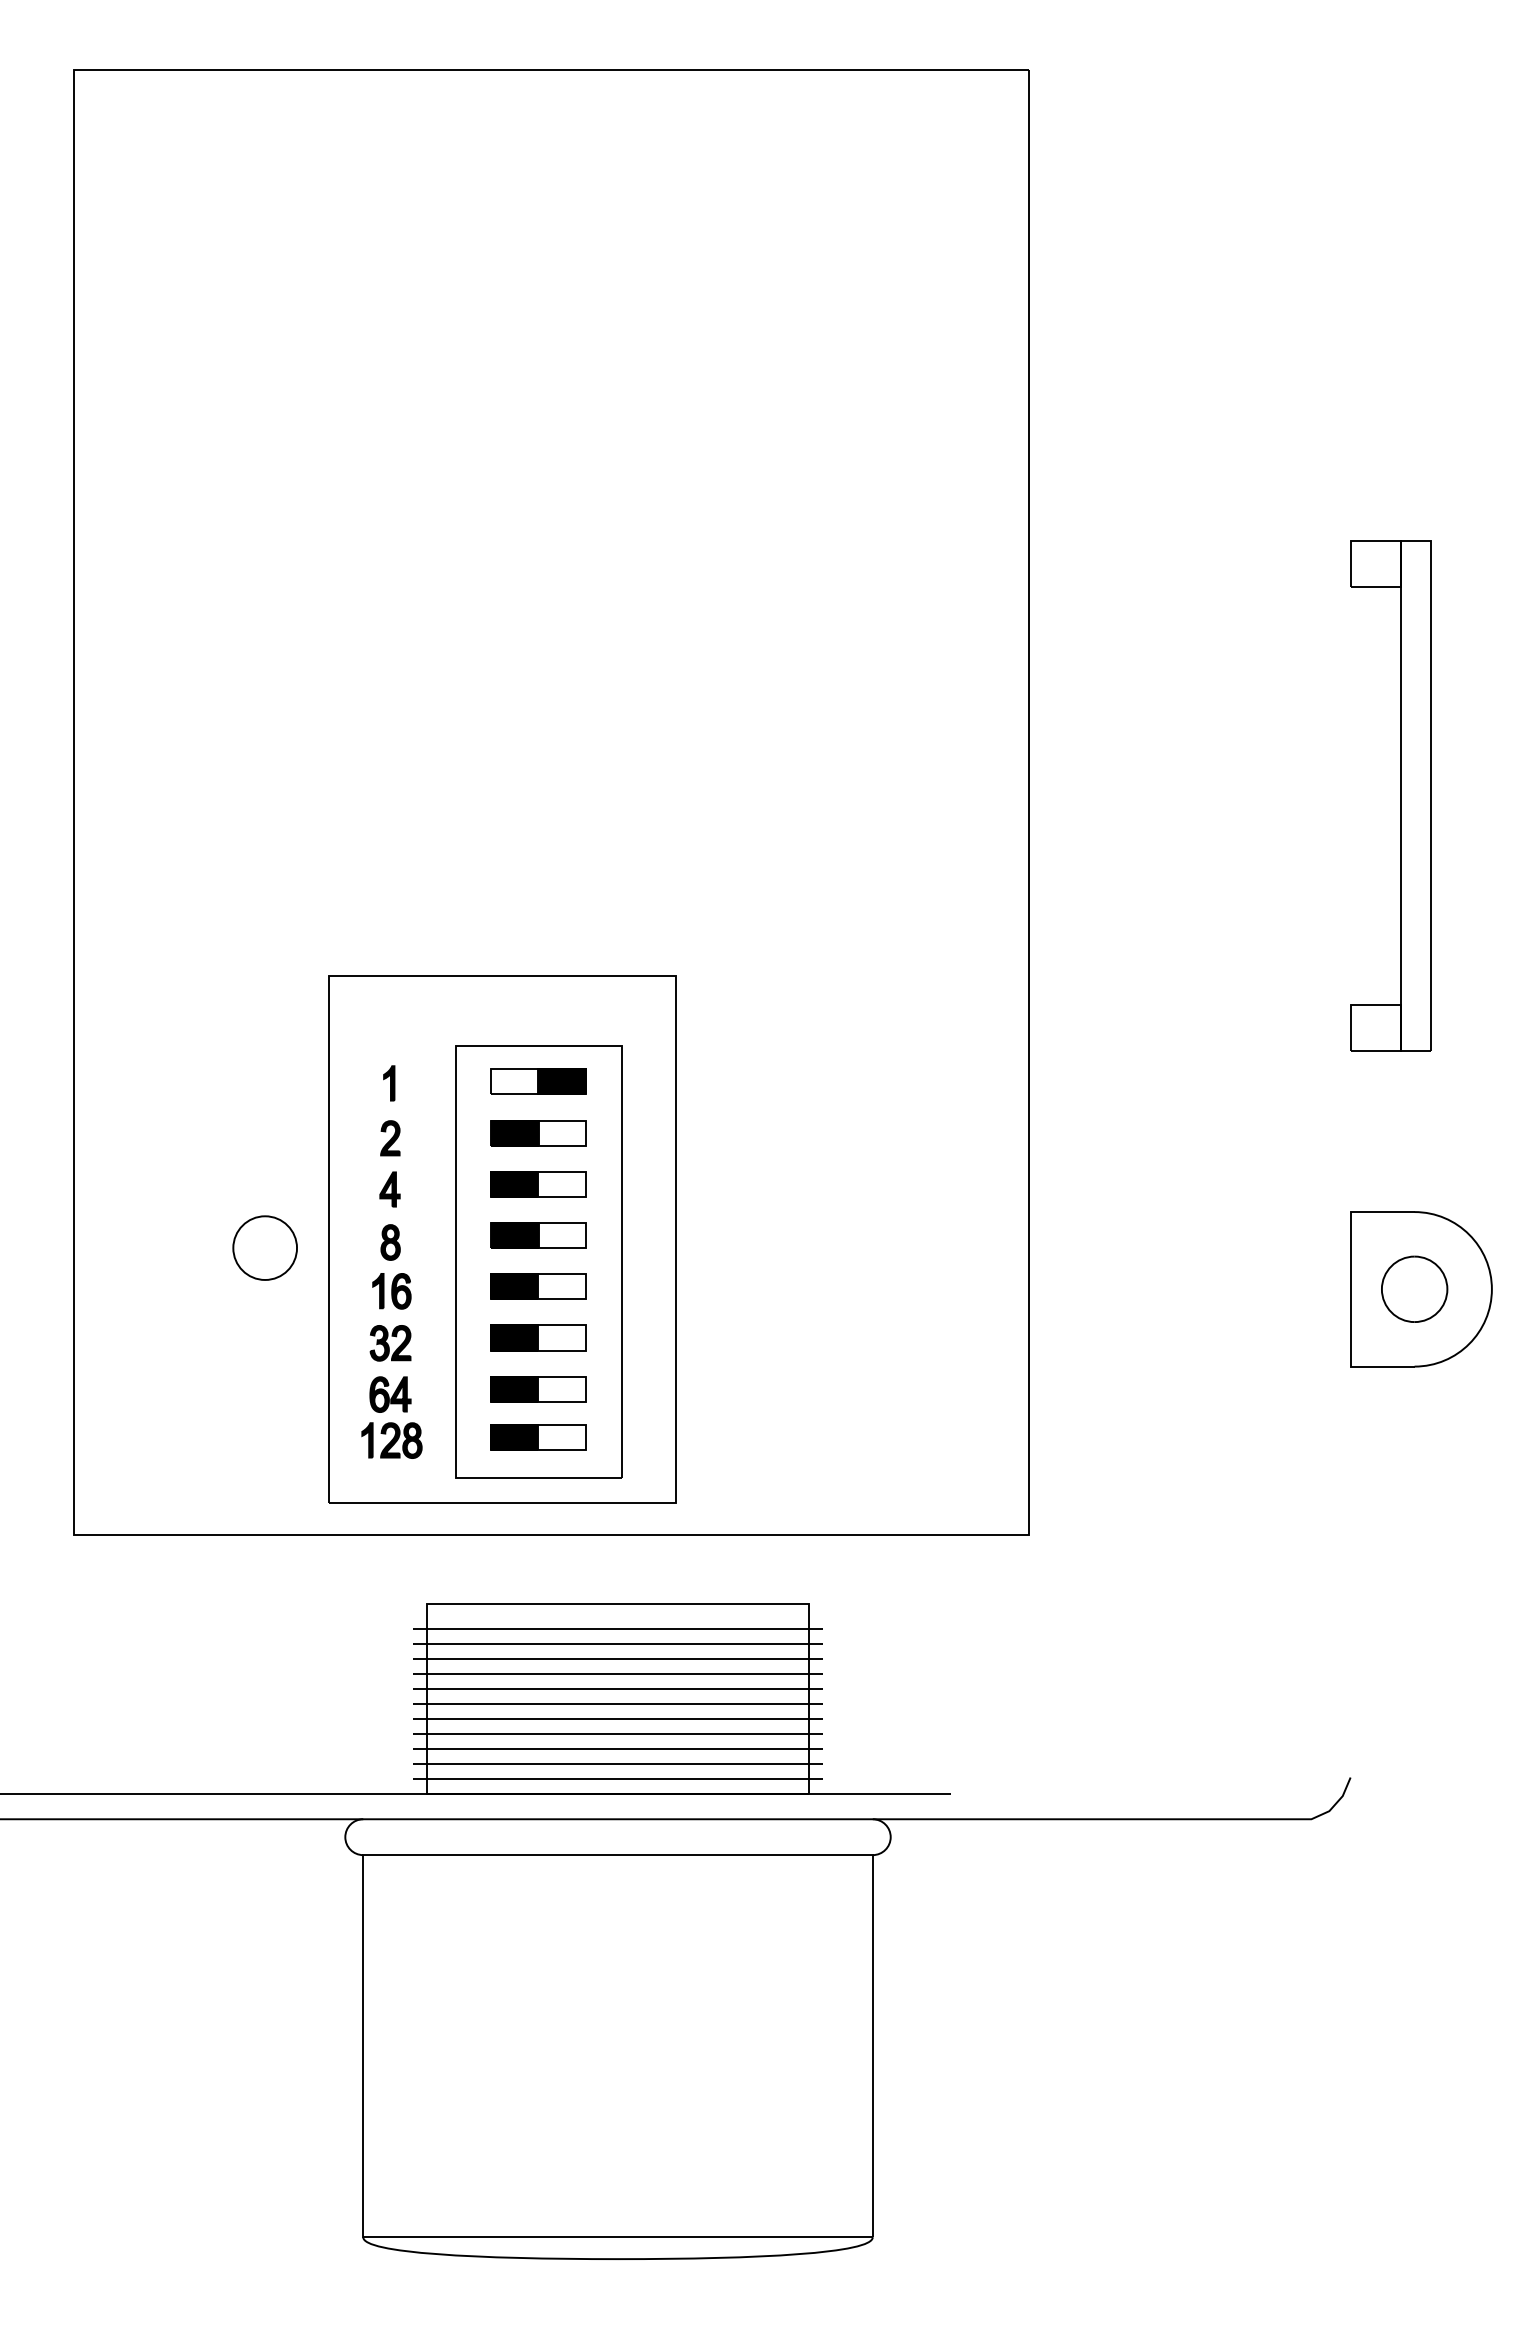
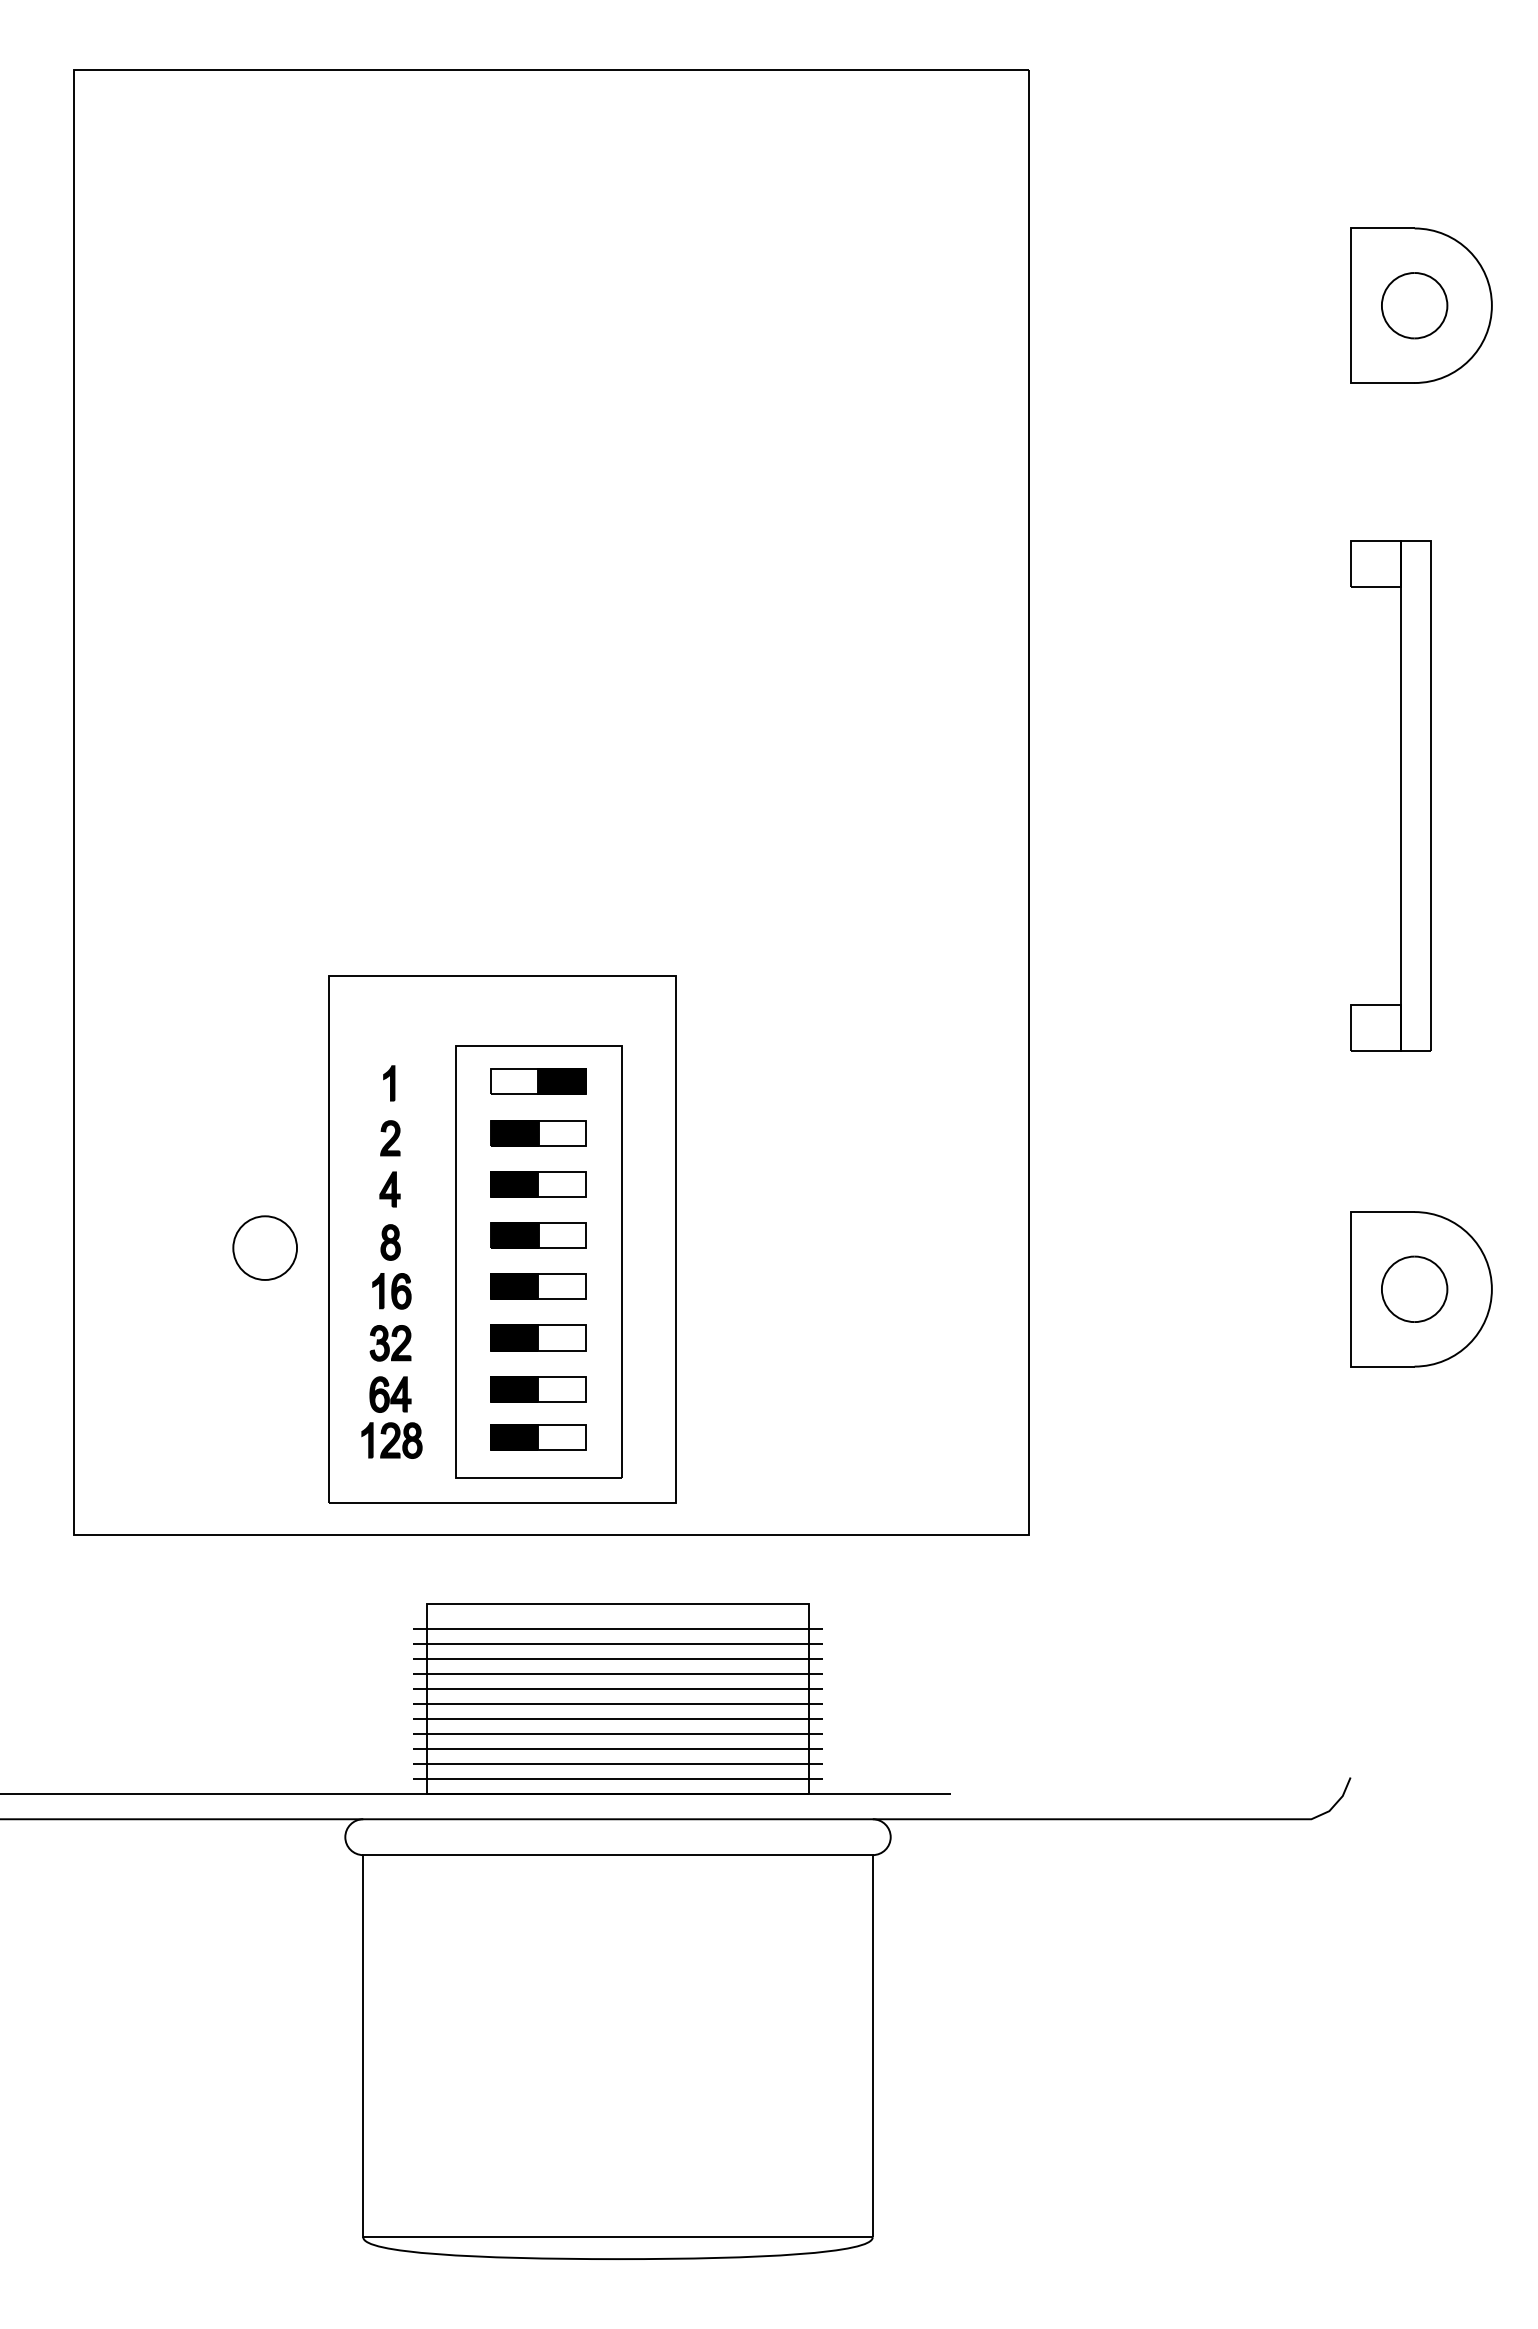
part at (1421, 305): none -> present
